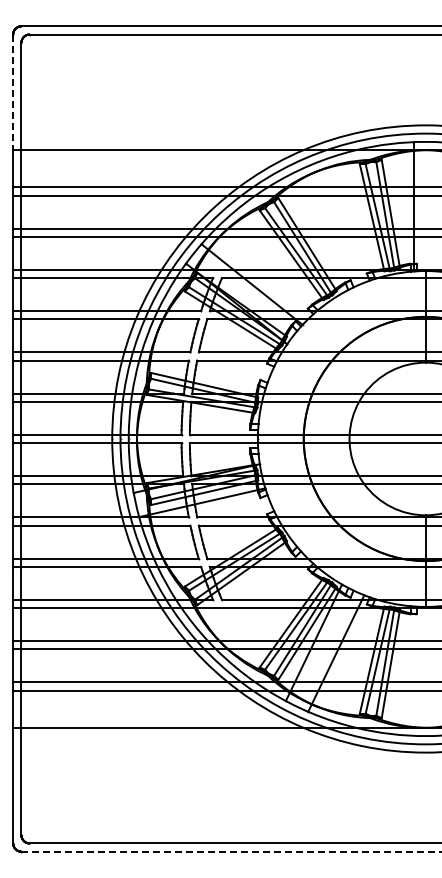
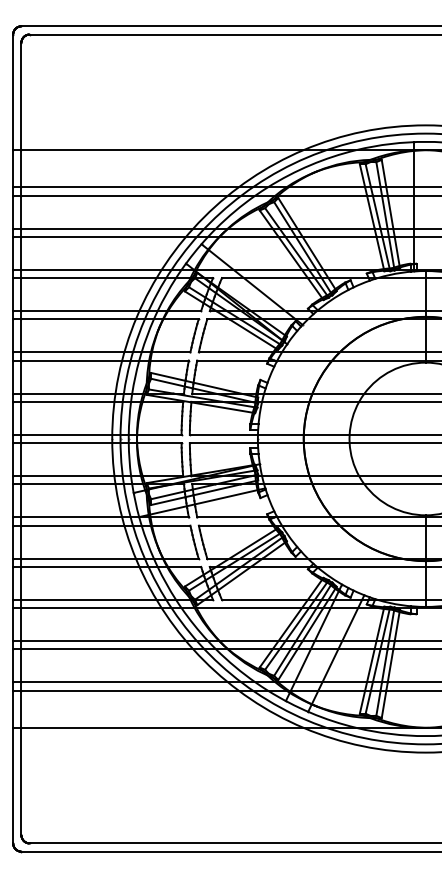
line at (13, 92): dashed -> solid
line at (231, 851): dashed -> solid
